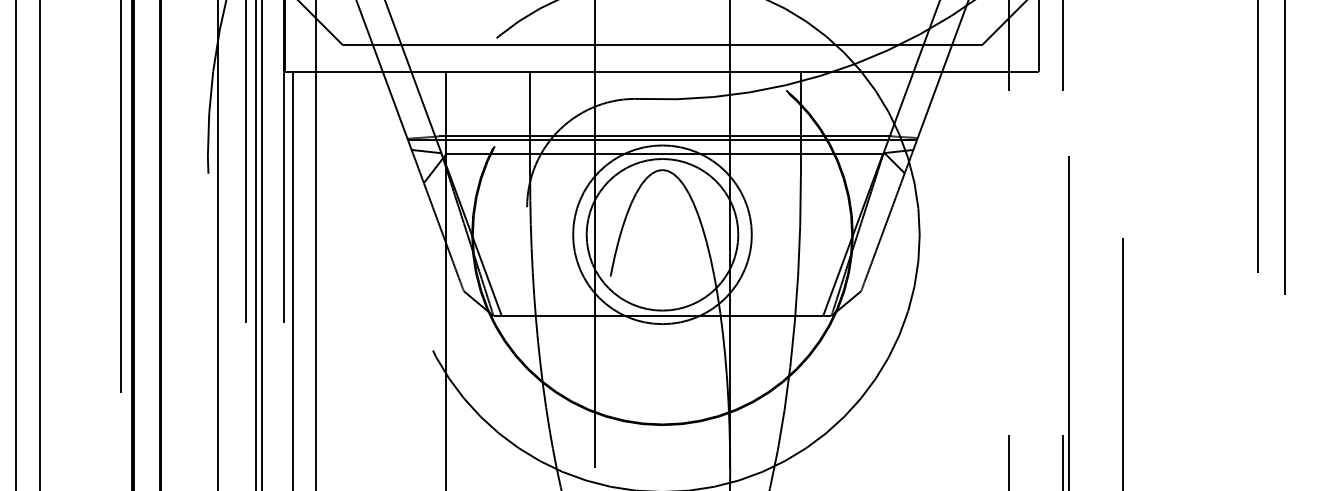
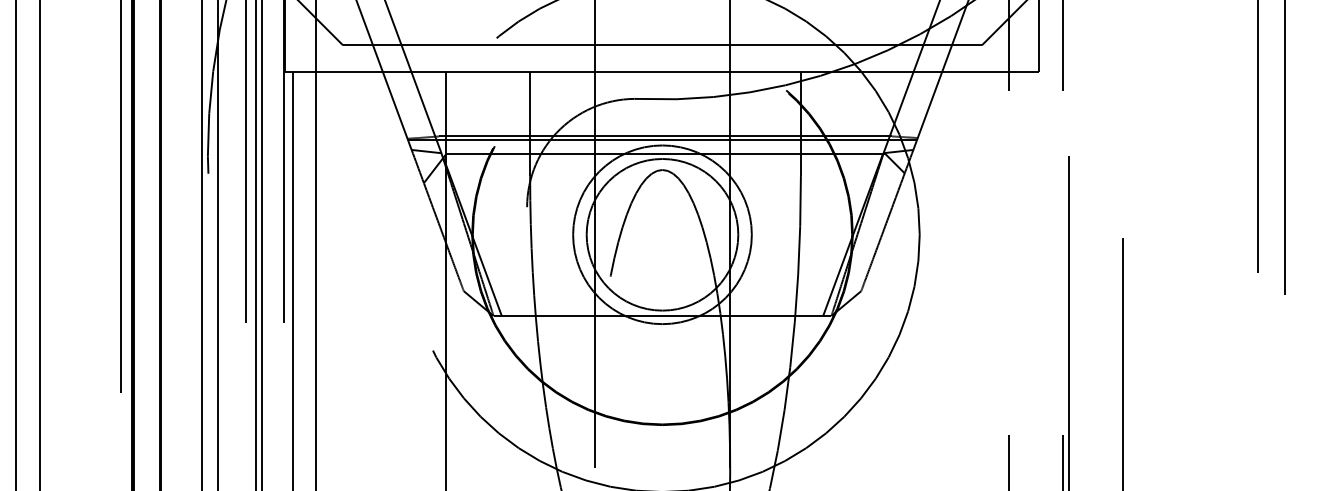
line at (202, 244): none -> present
